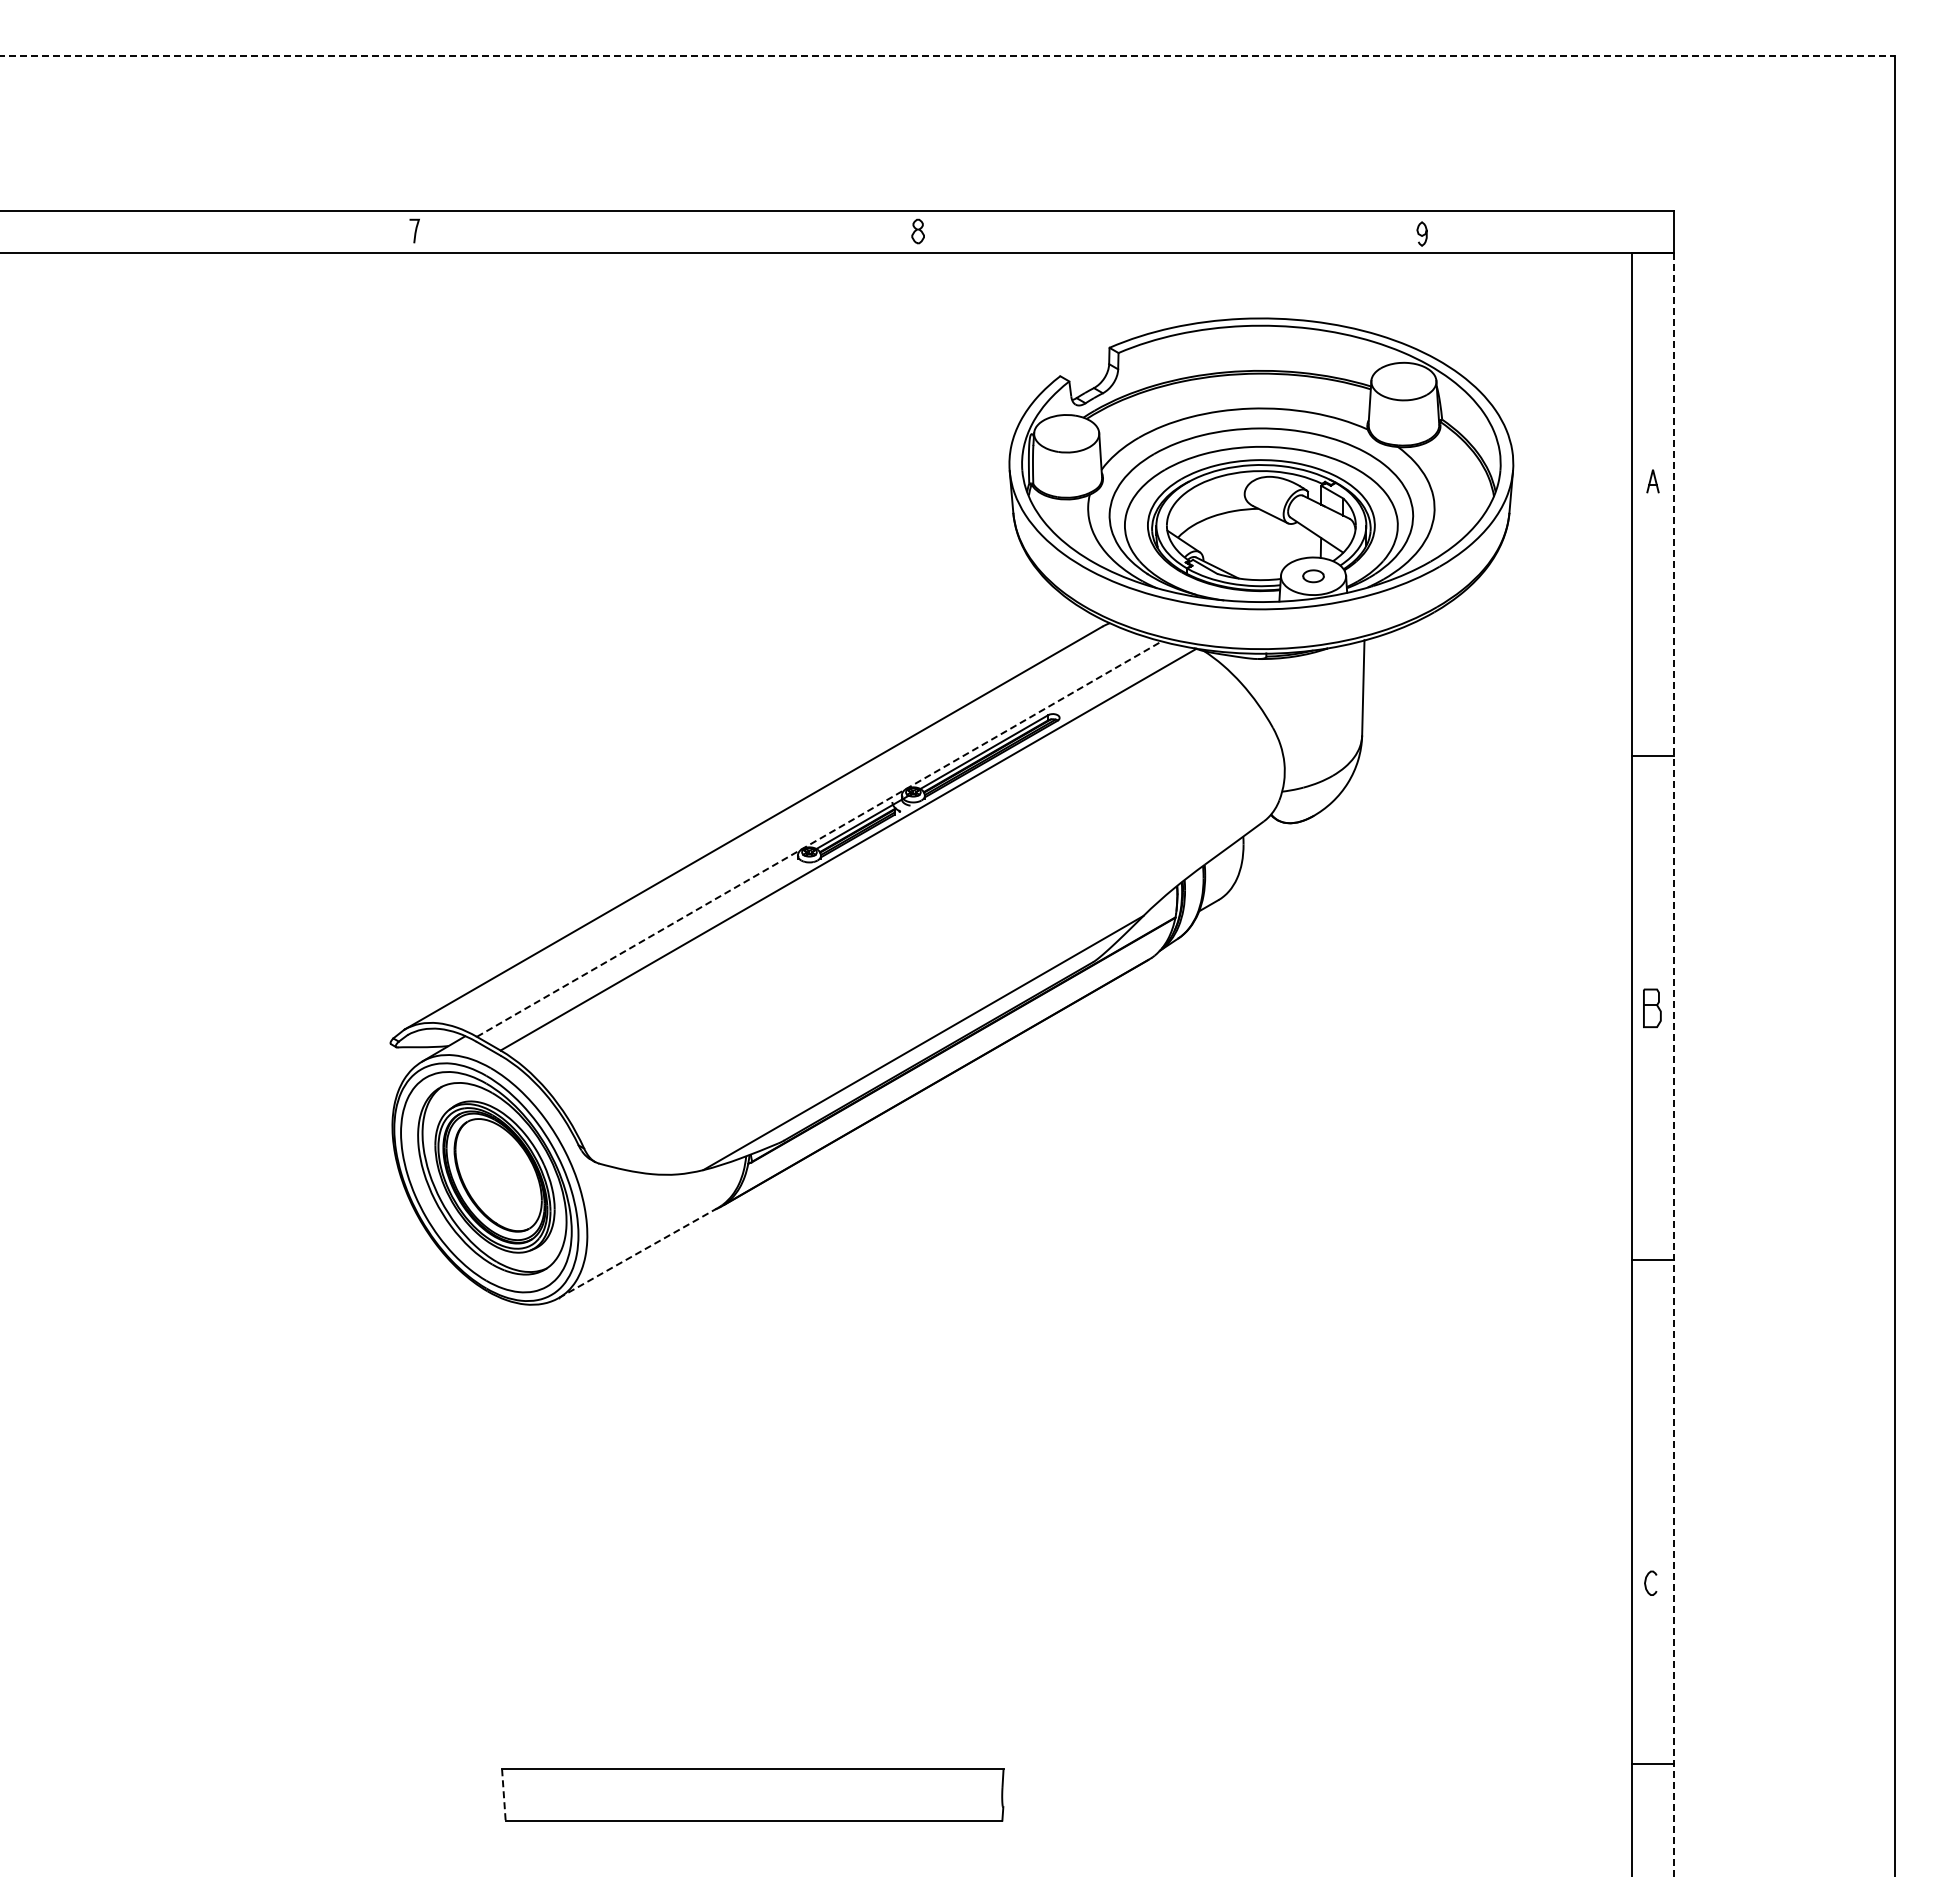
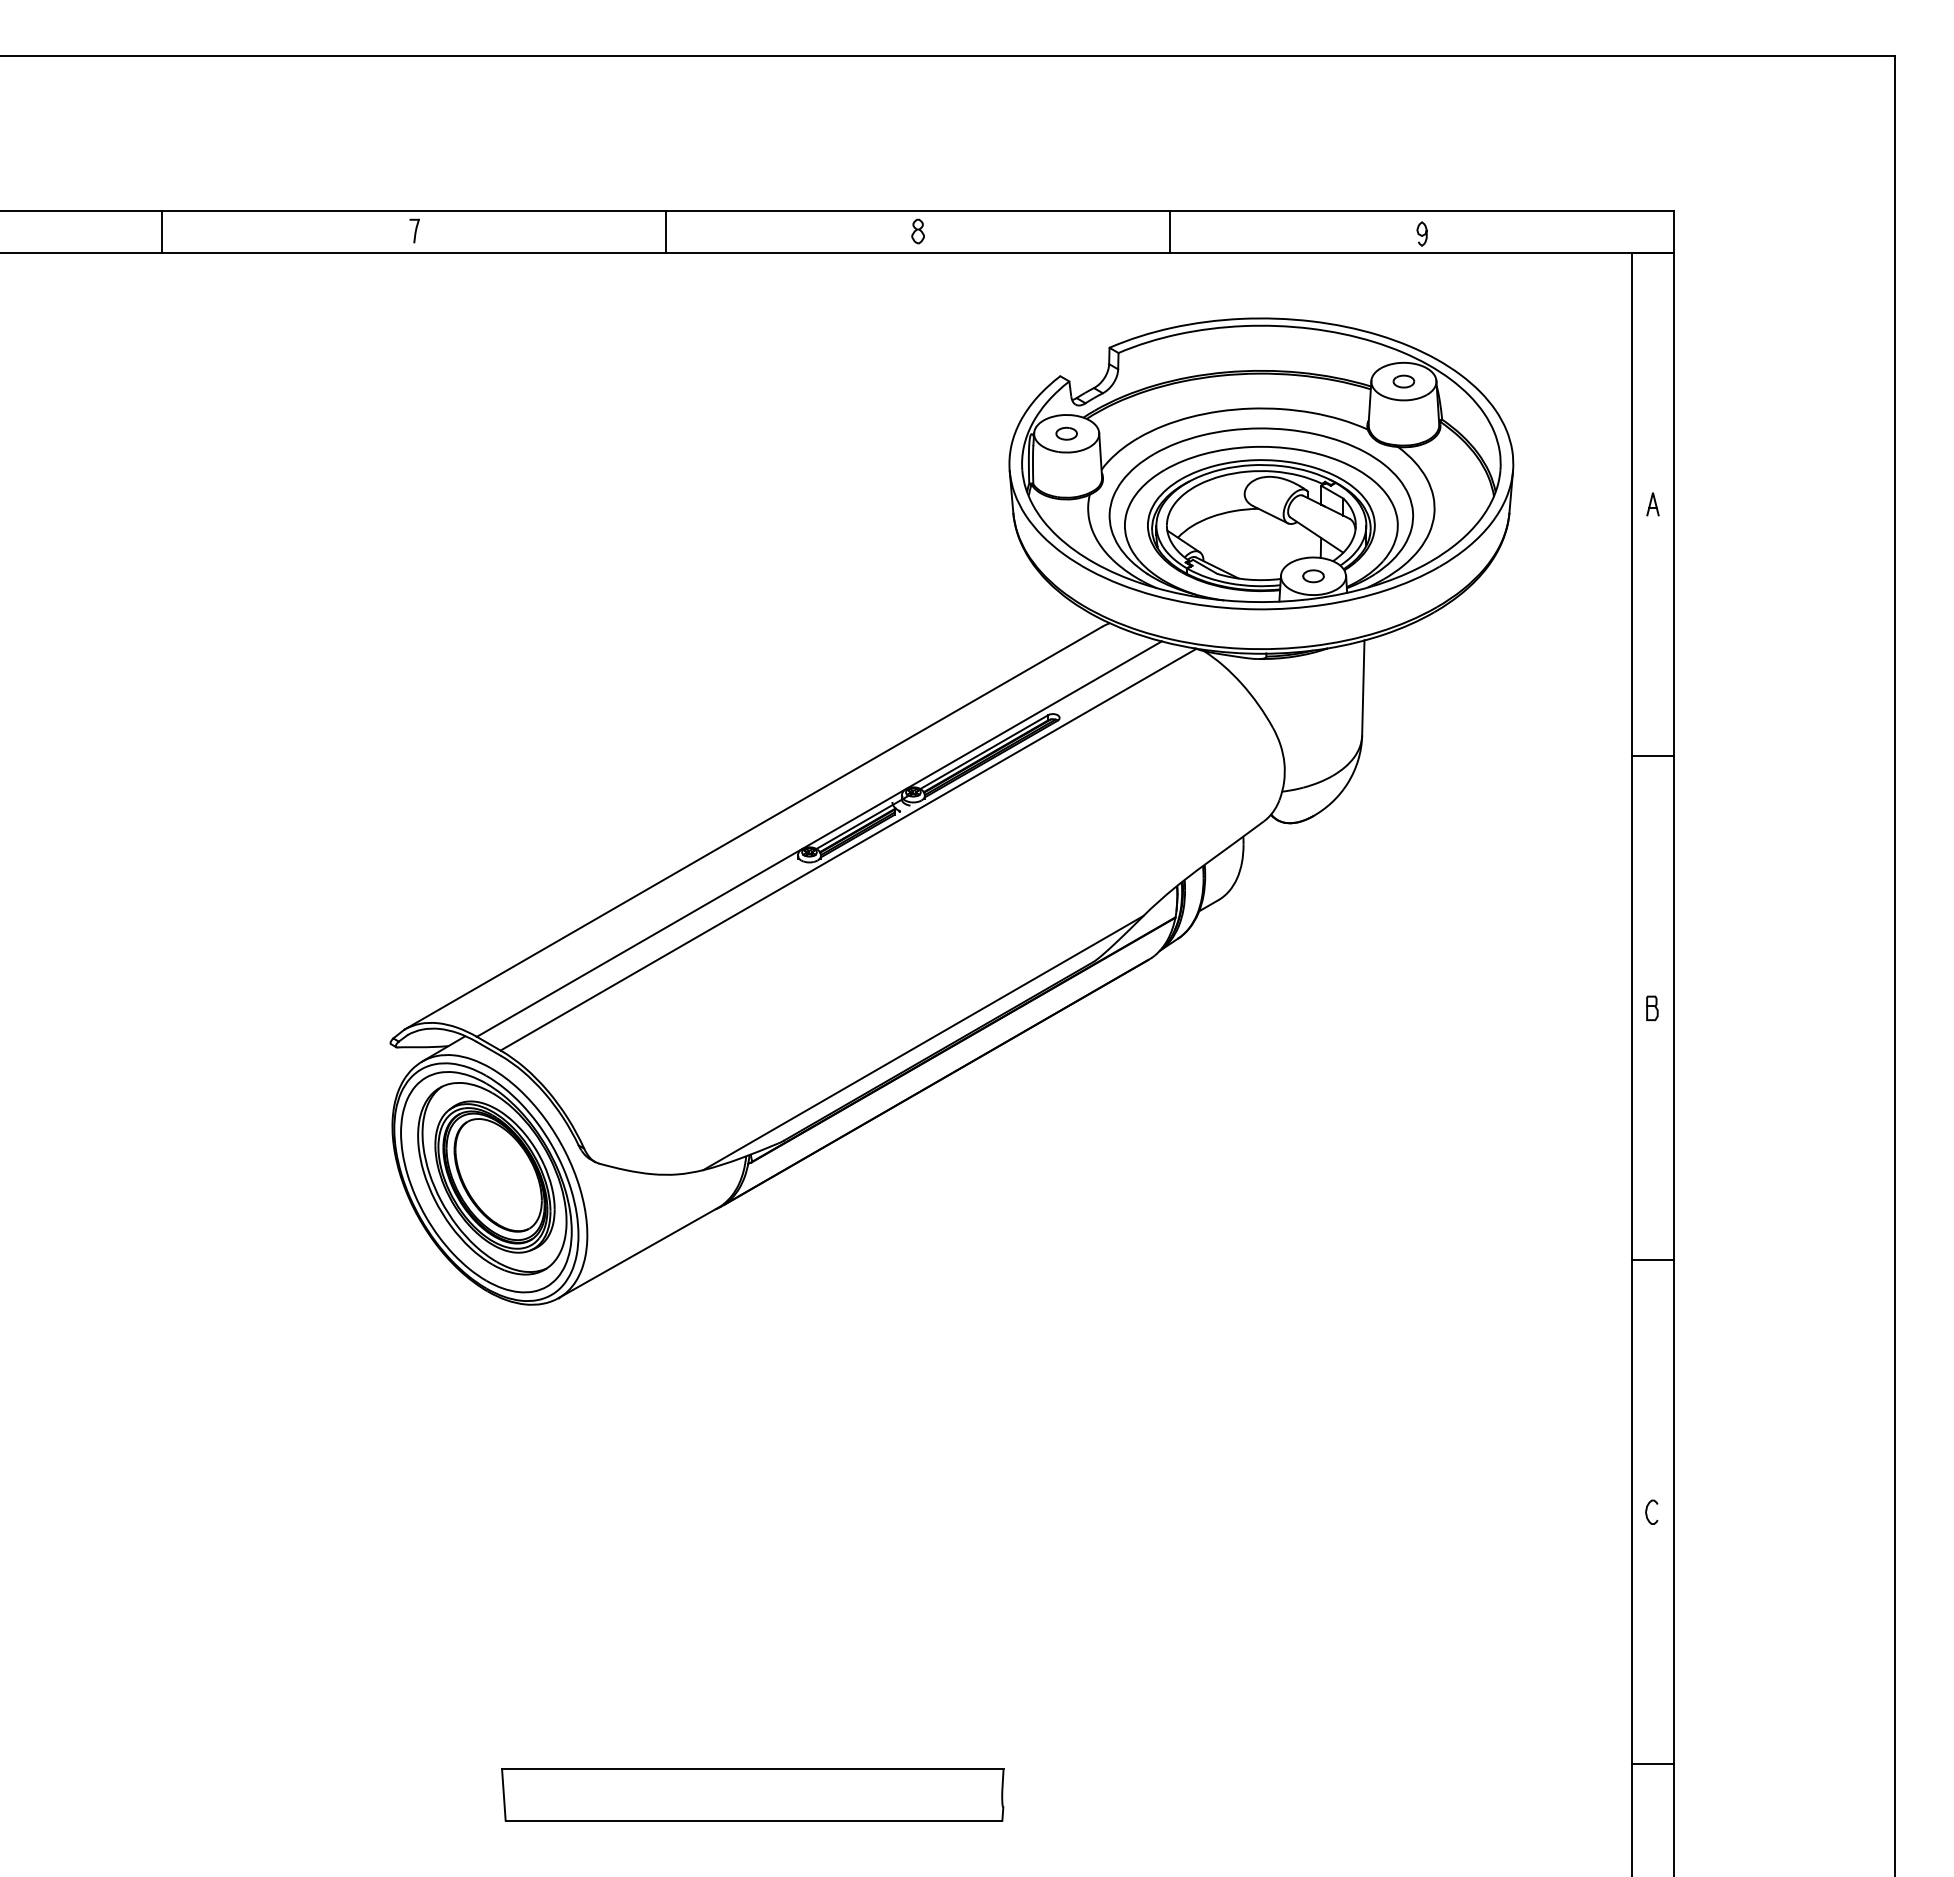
line at (948, 56): dashed -> solid
line at (162, 231): none -> present
line at (666, 231): none -> present
line at (1170, 231): none -> present
part at (1403, 381): none -> present
part at (1066, 433): none -> present
part at (1652, 481) position: (1652, 481) -> (1652, 504)
line at (819, 839): dashed -> solid
part at (1652, 1008) size: 19x41 px -> 13x27 px
line at (1674, 1064): dashed -> solid
line at (638, 1252): dashed -> solid
curve at (1646, 1581) position: (1646, 1581) -> (1647, 1510)
line at (503, 1794): dashed -> solid
